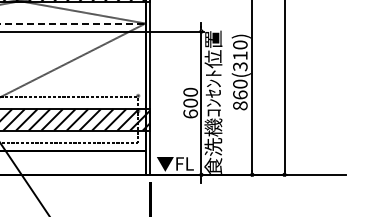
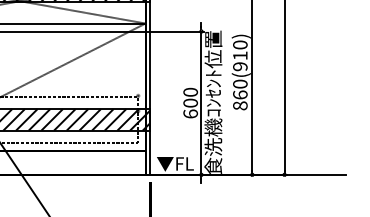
line at (73, 23): dashed -> solid
text at (240, 66): 860(310) -> 860(910)
